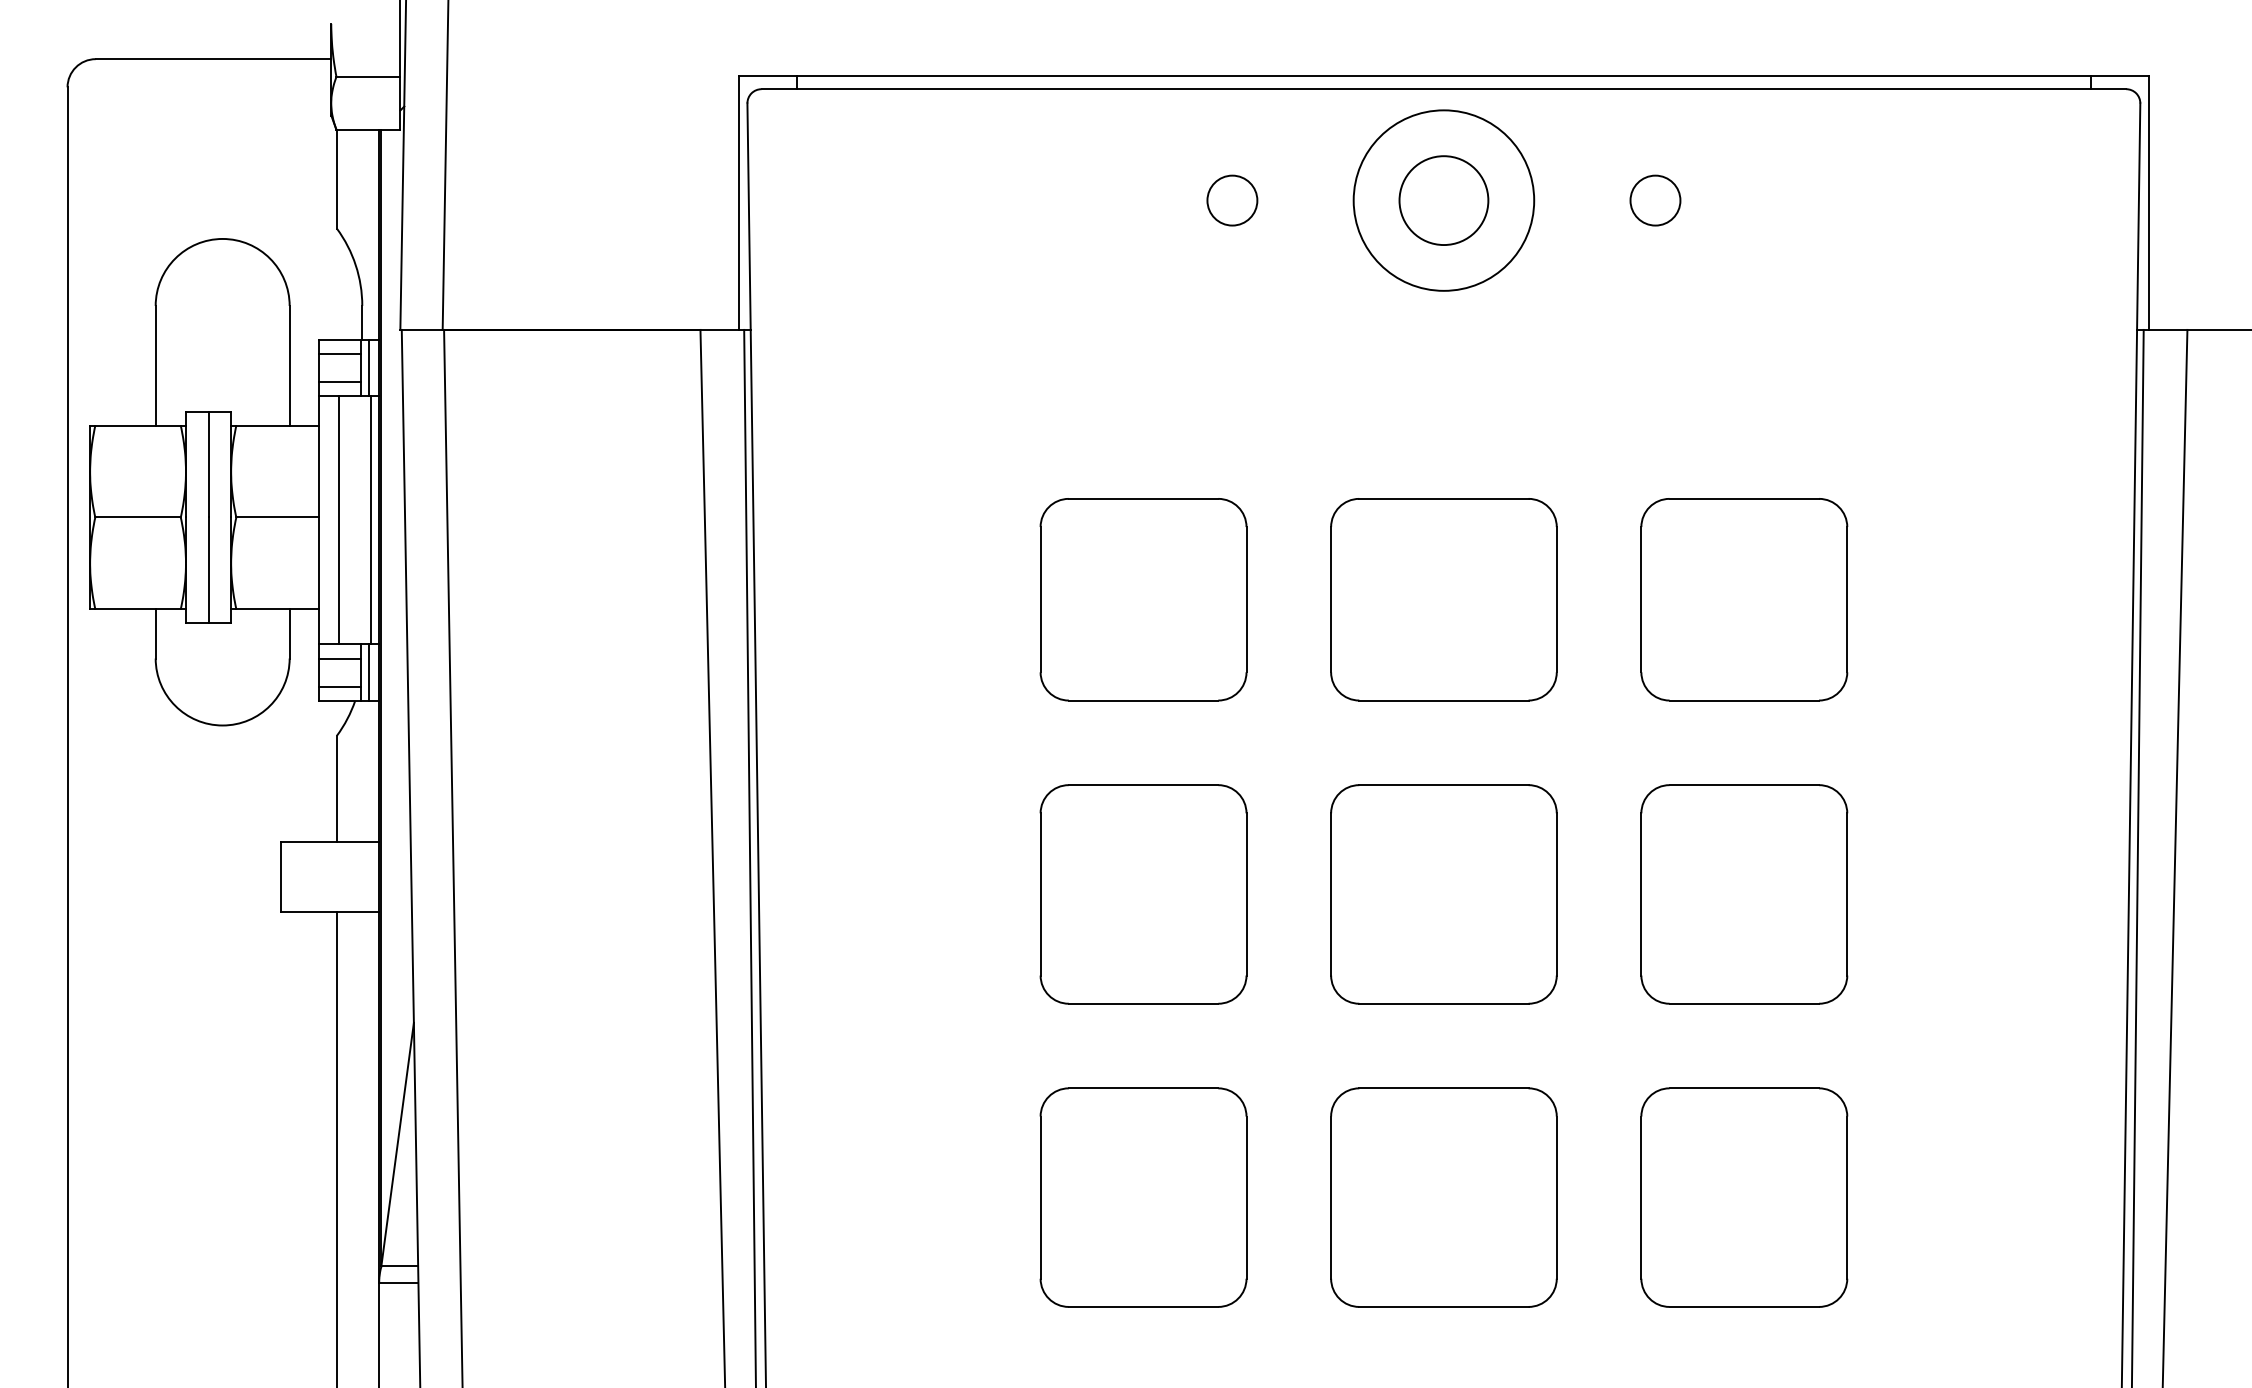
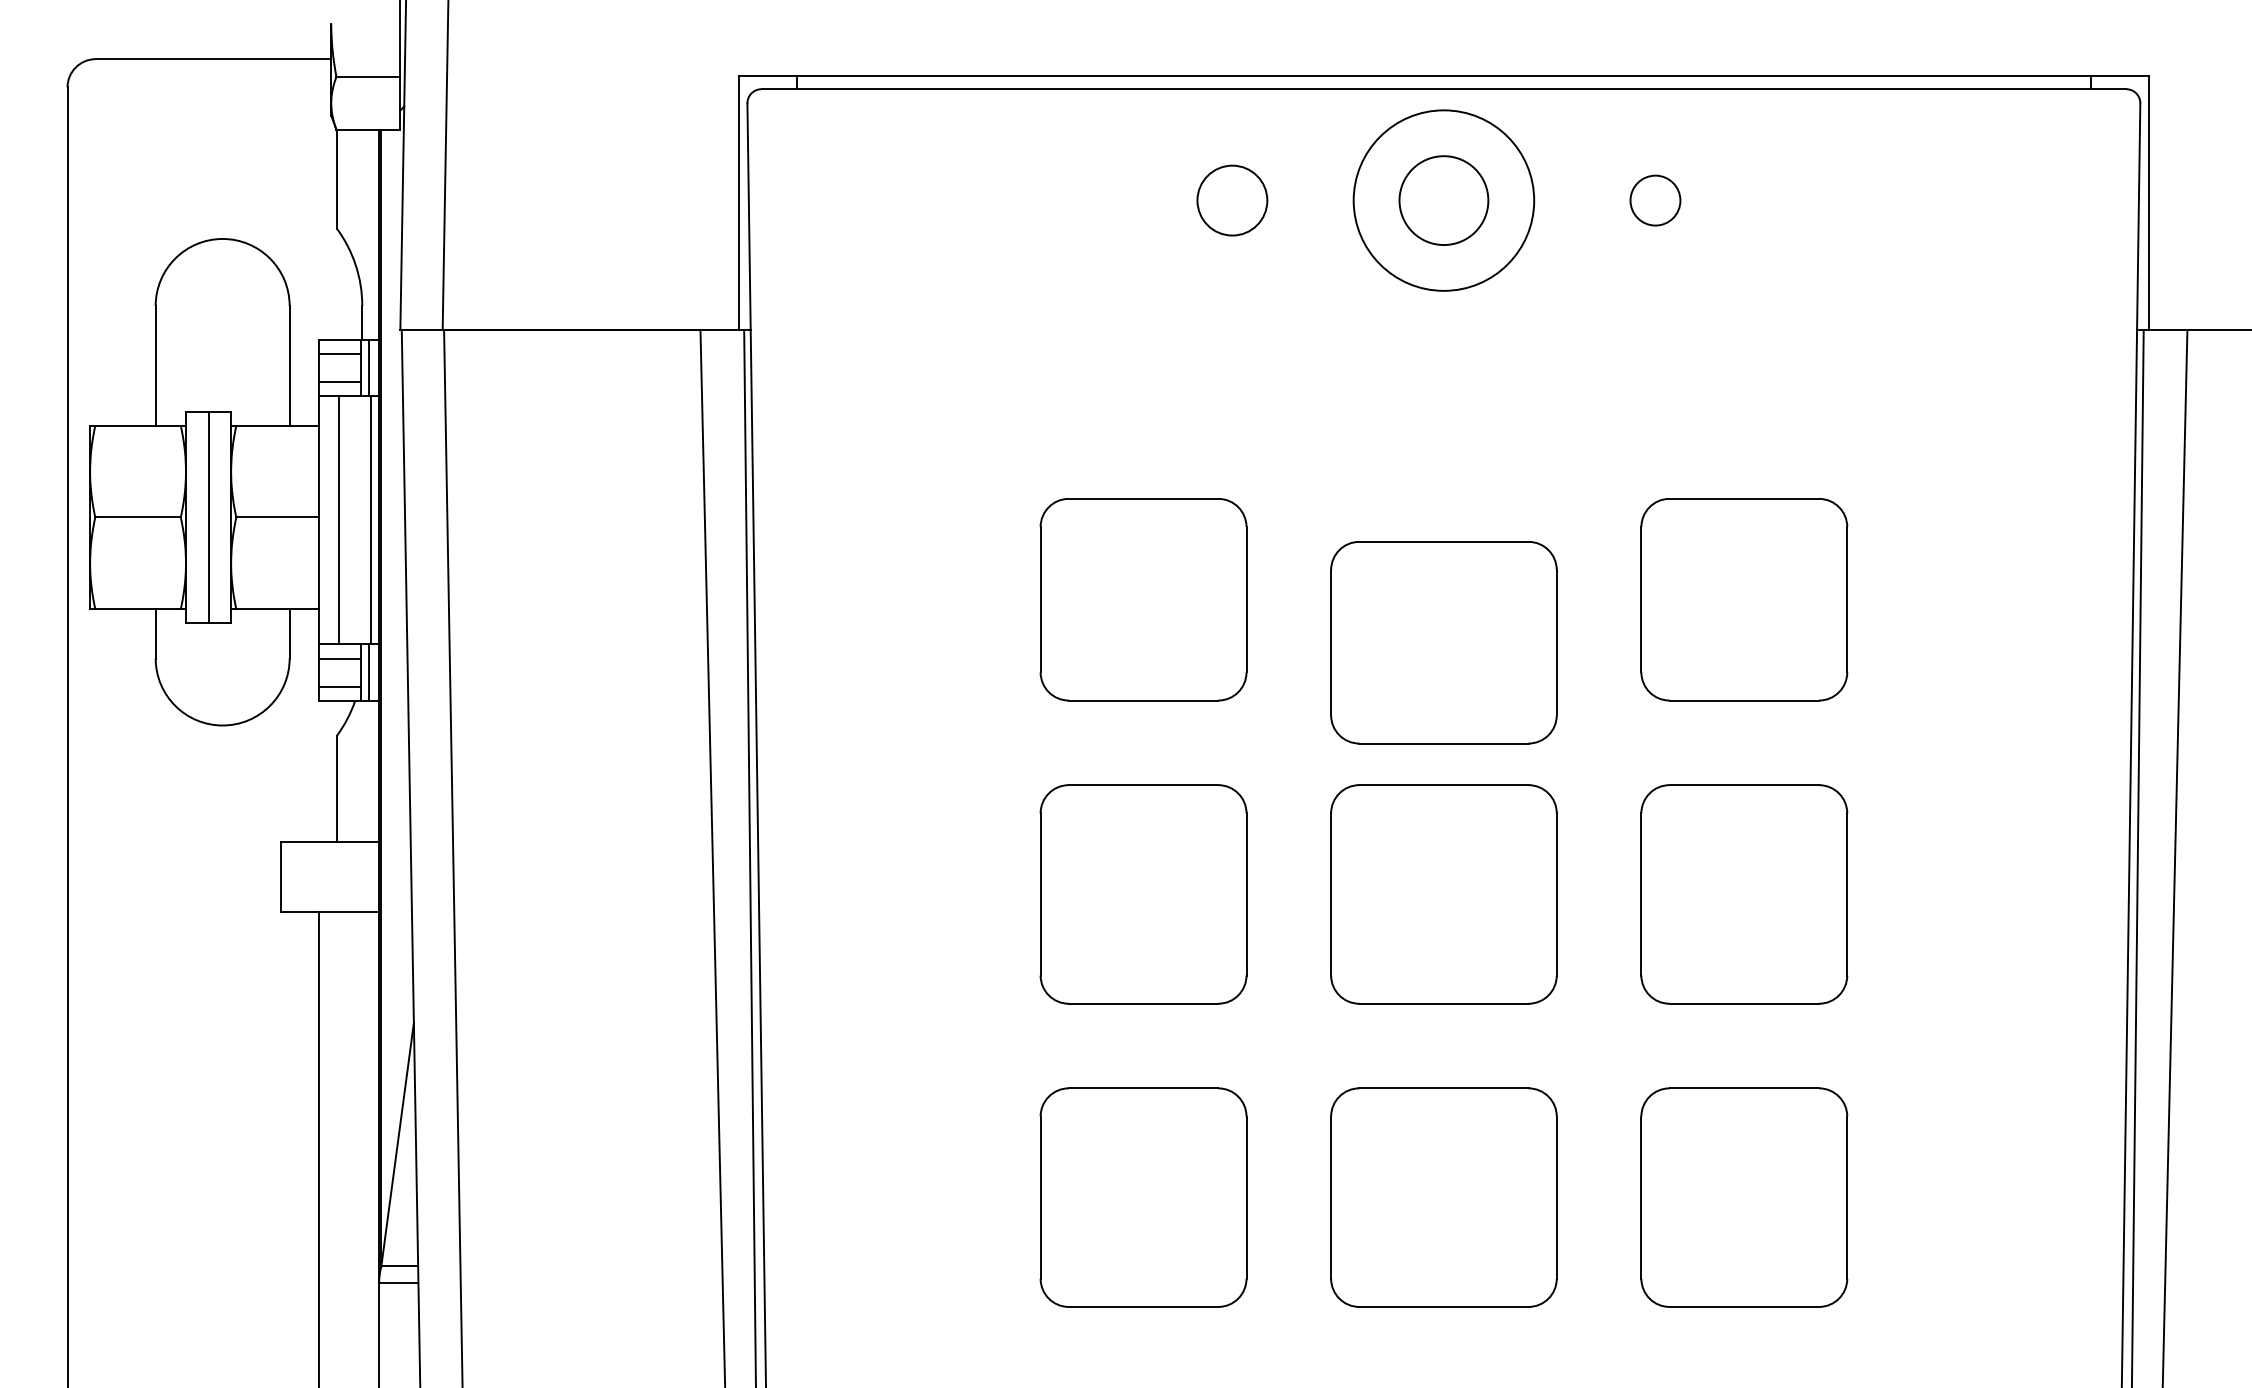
circle at (1232, 200) diameter: 50 px -> 70 px
part at (1443, 599) position: (1443, 599) -> (1443, 642)
line at (336, 1148) position: (336, 1148) -> (318, 1148)
